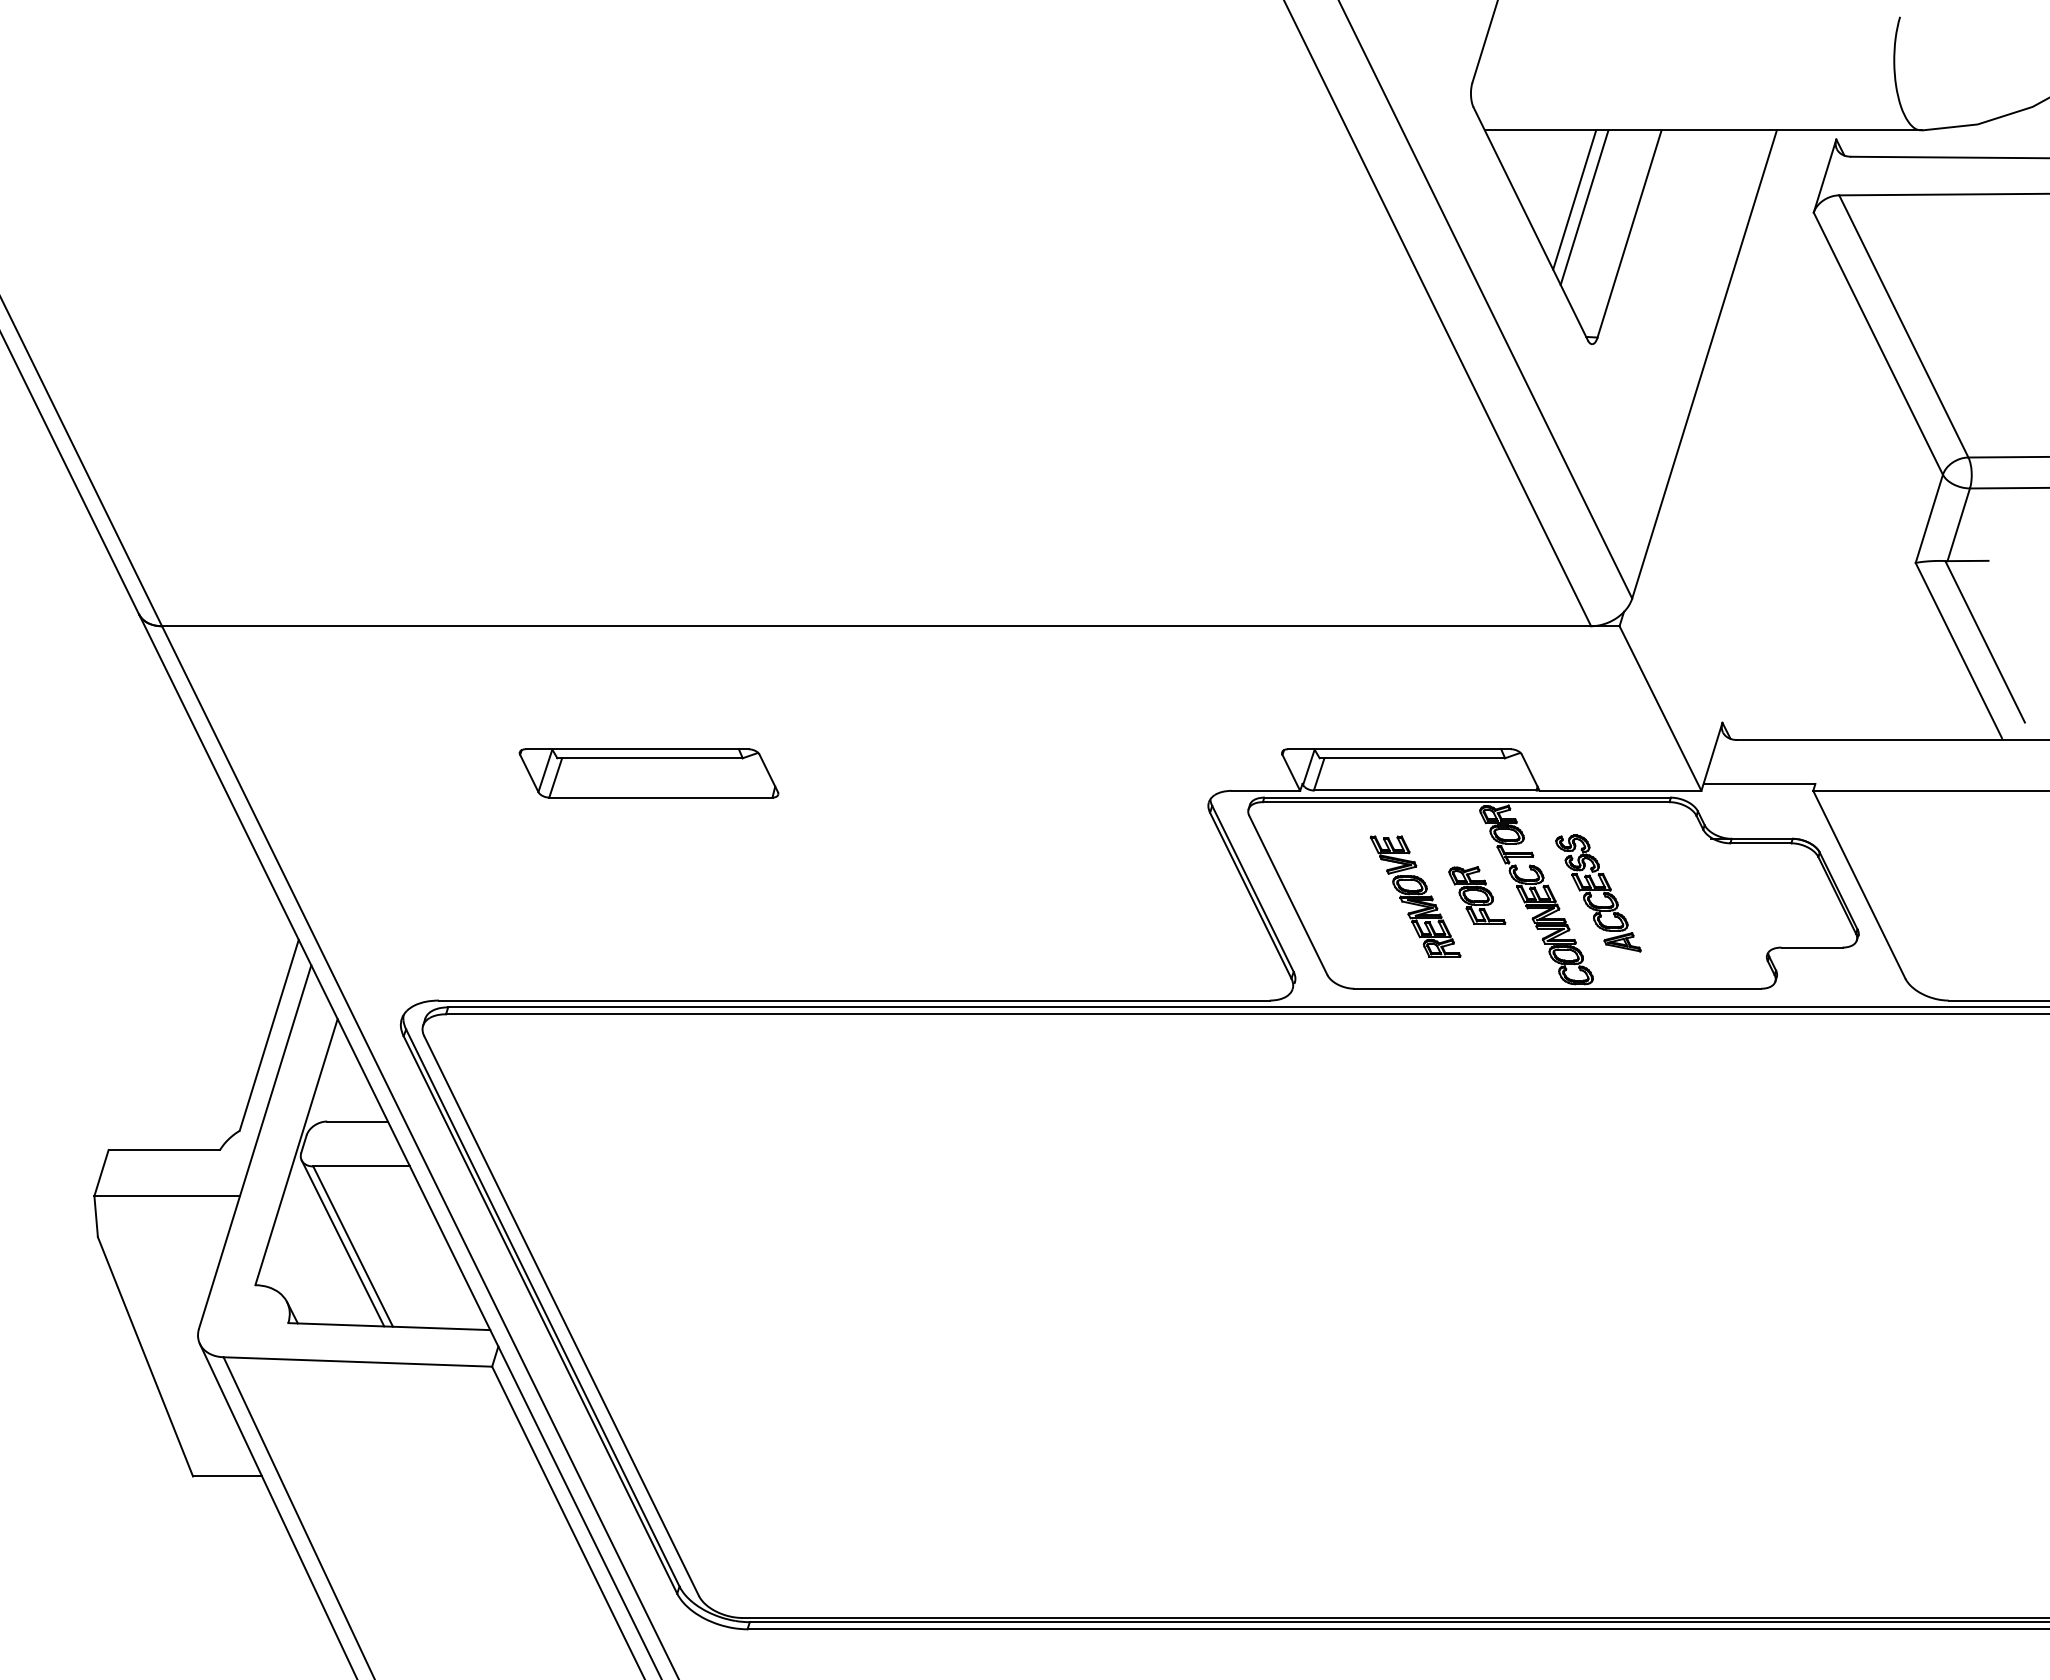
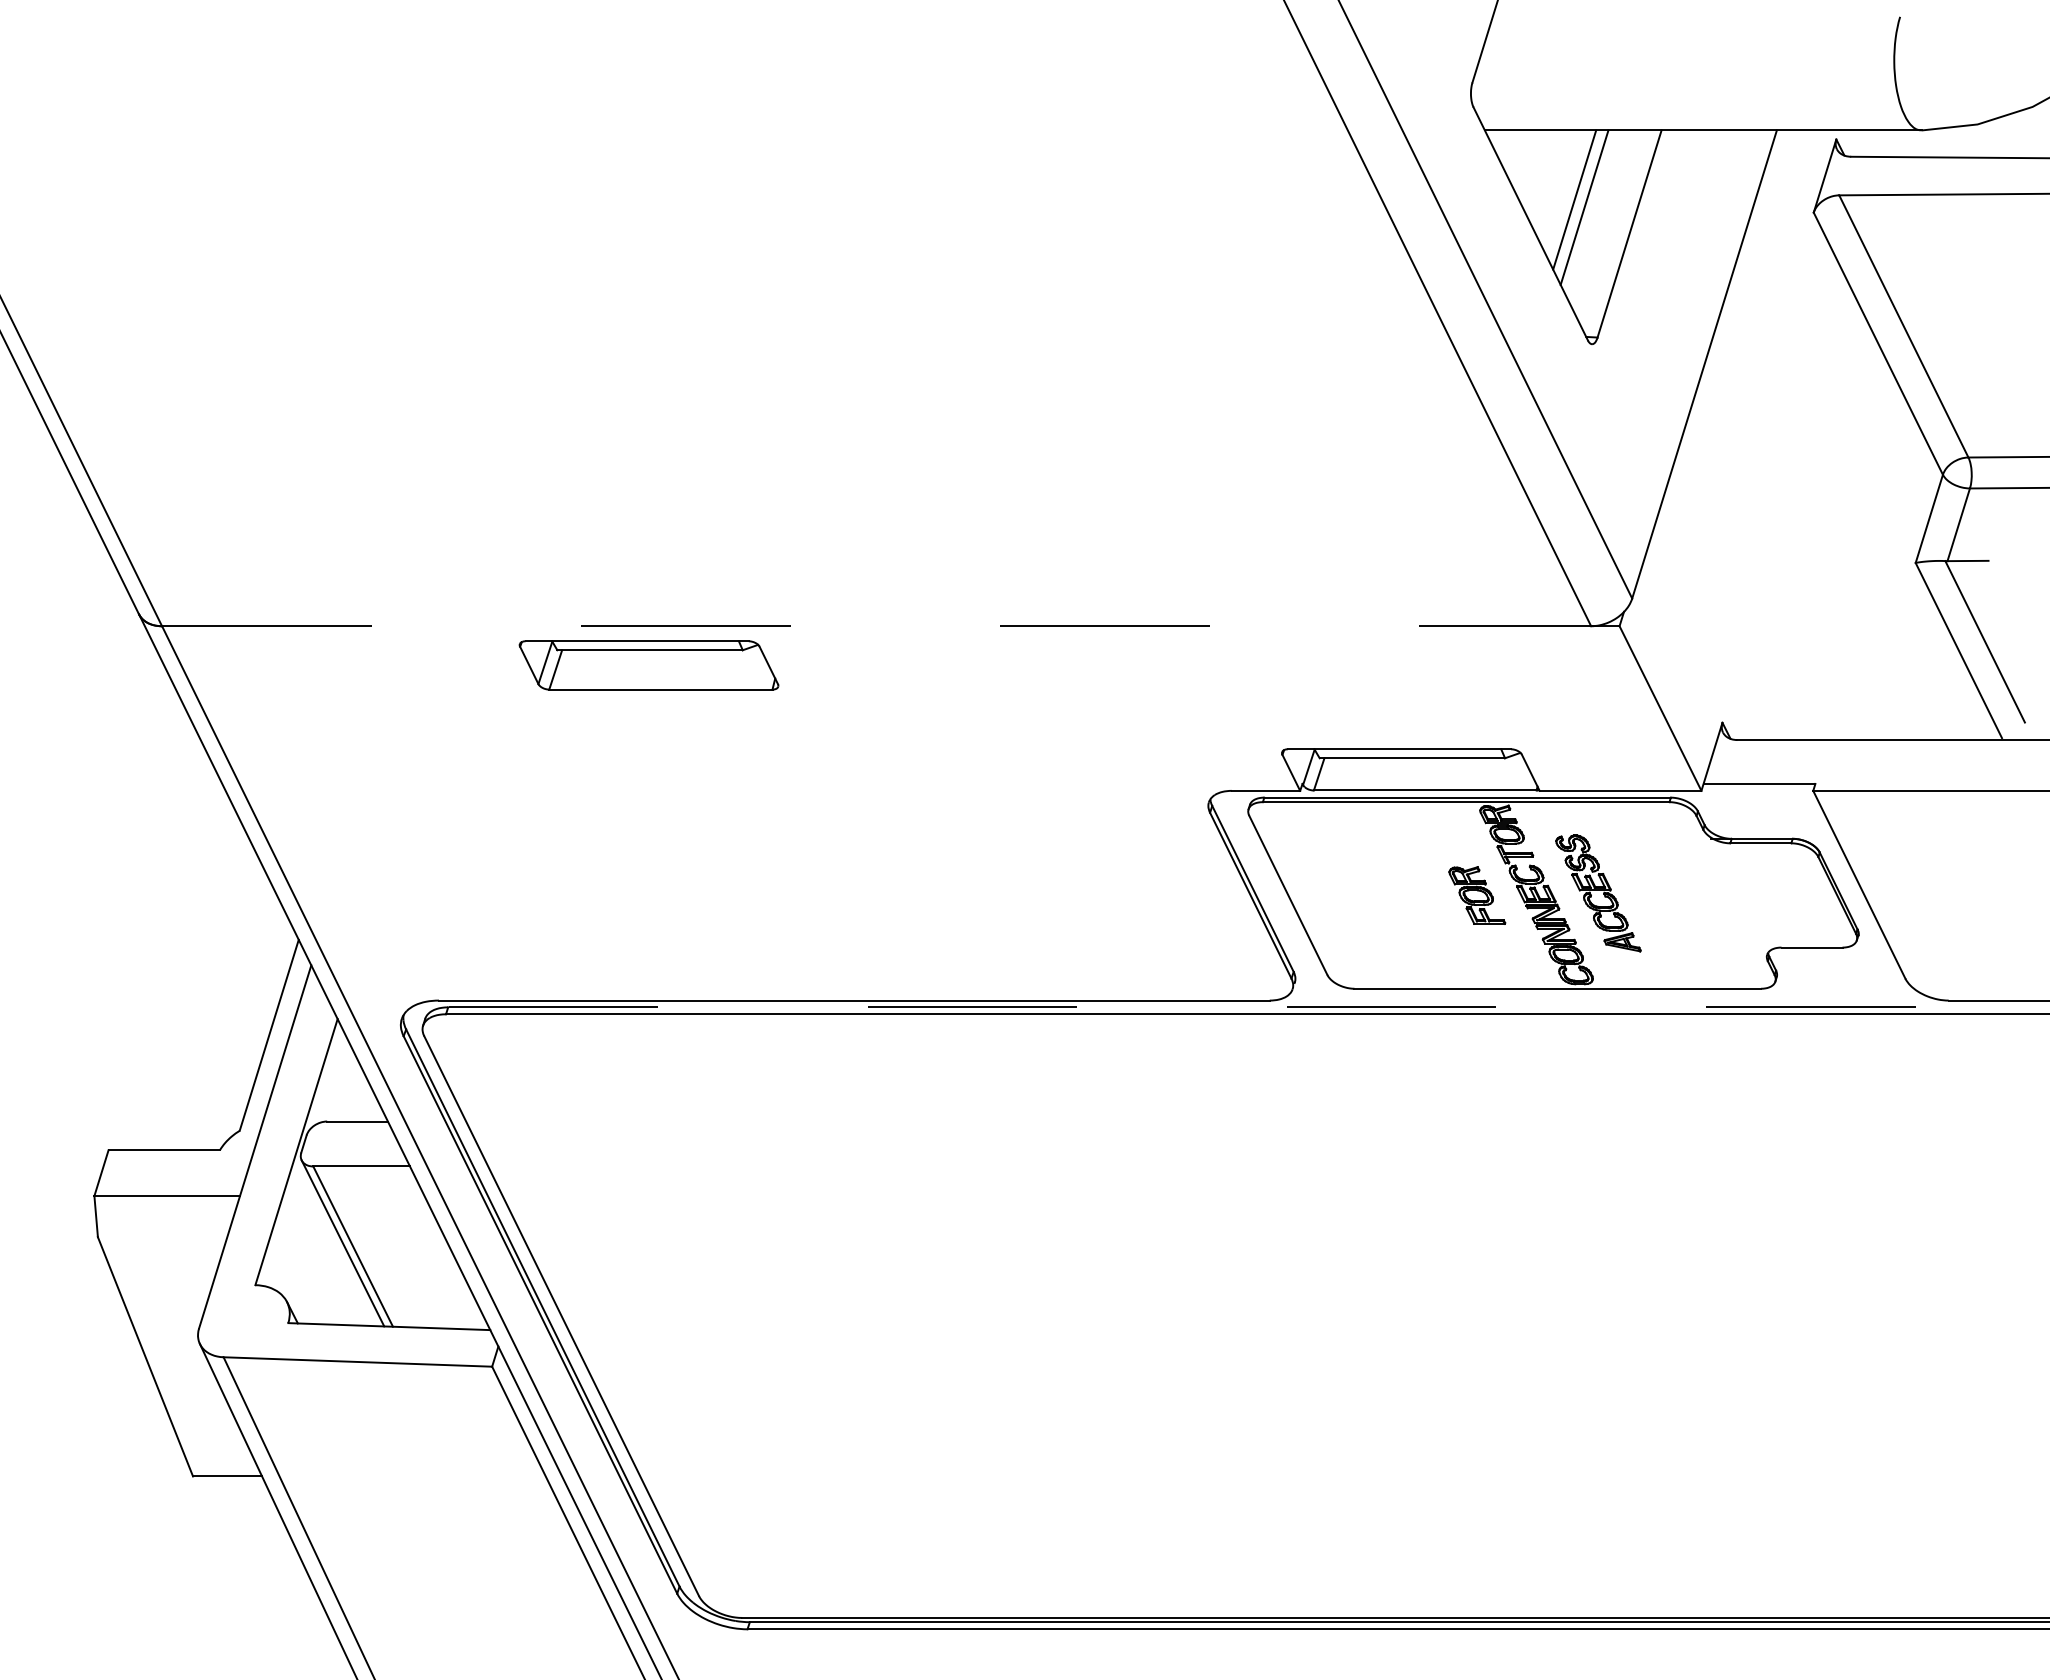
line at (890, 626): solid -> dashed
part at (648, 773) position: (648, 773) -> (648, 665)
part at (1415, 896): present -> none
line at (1248, 1007): solid -> dashed
